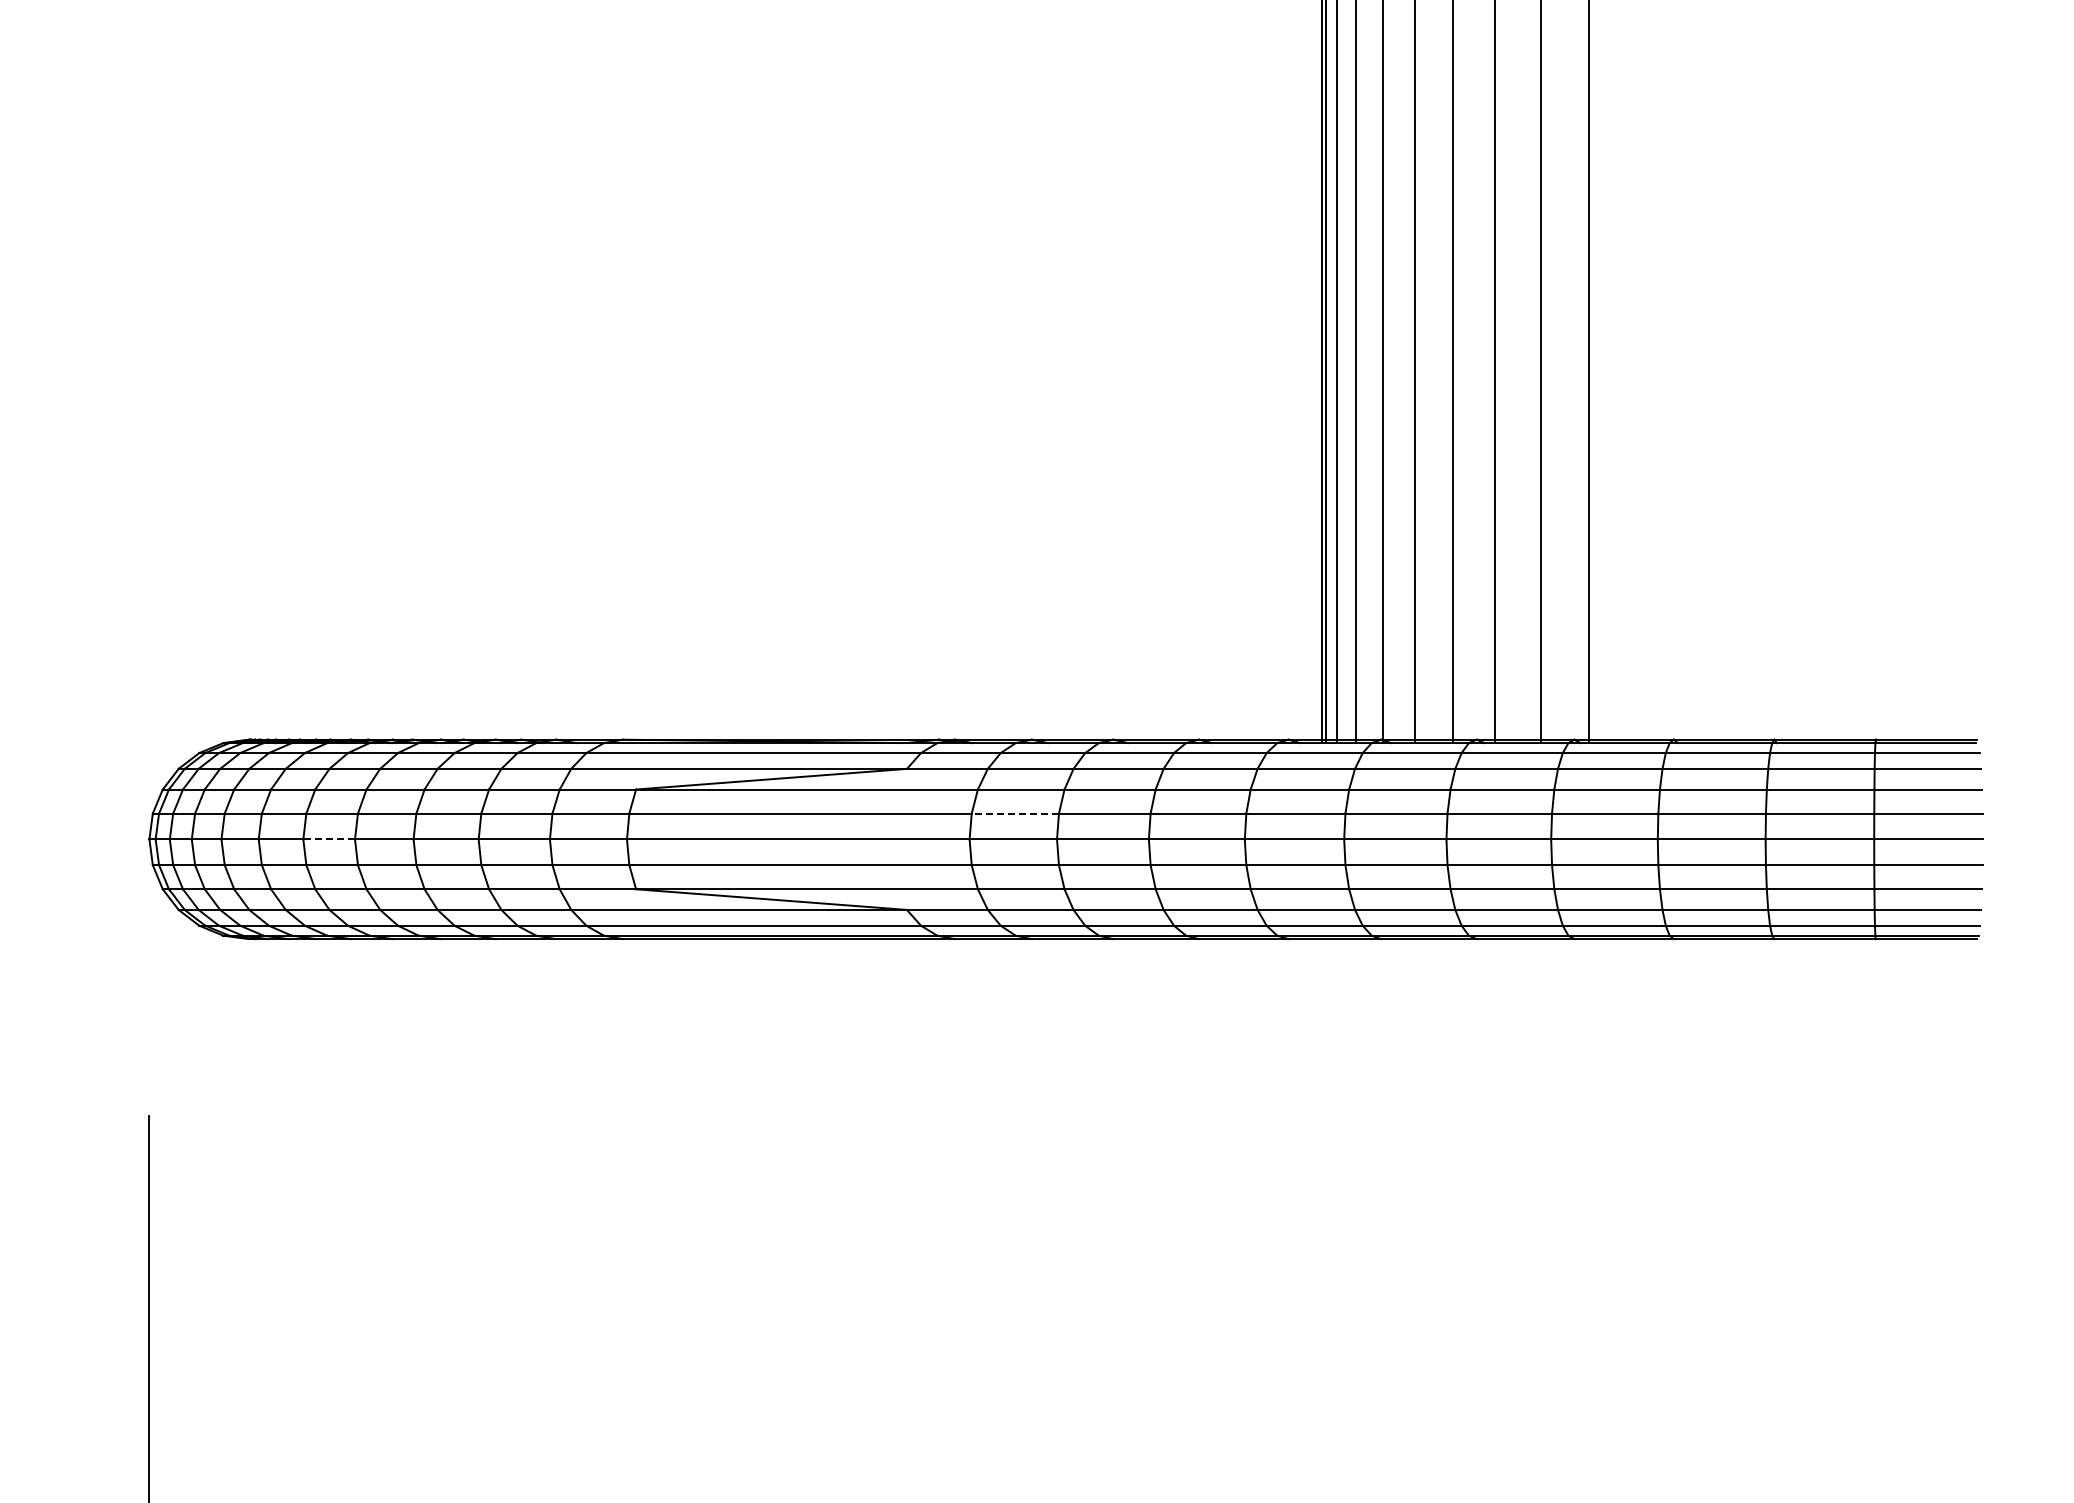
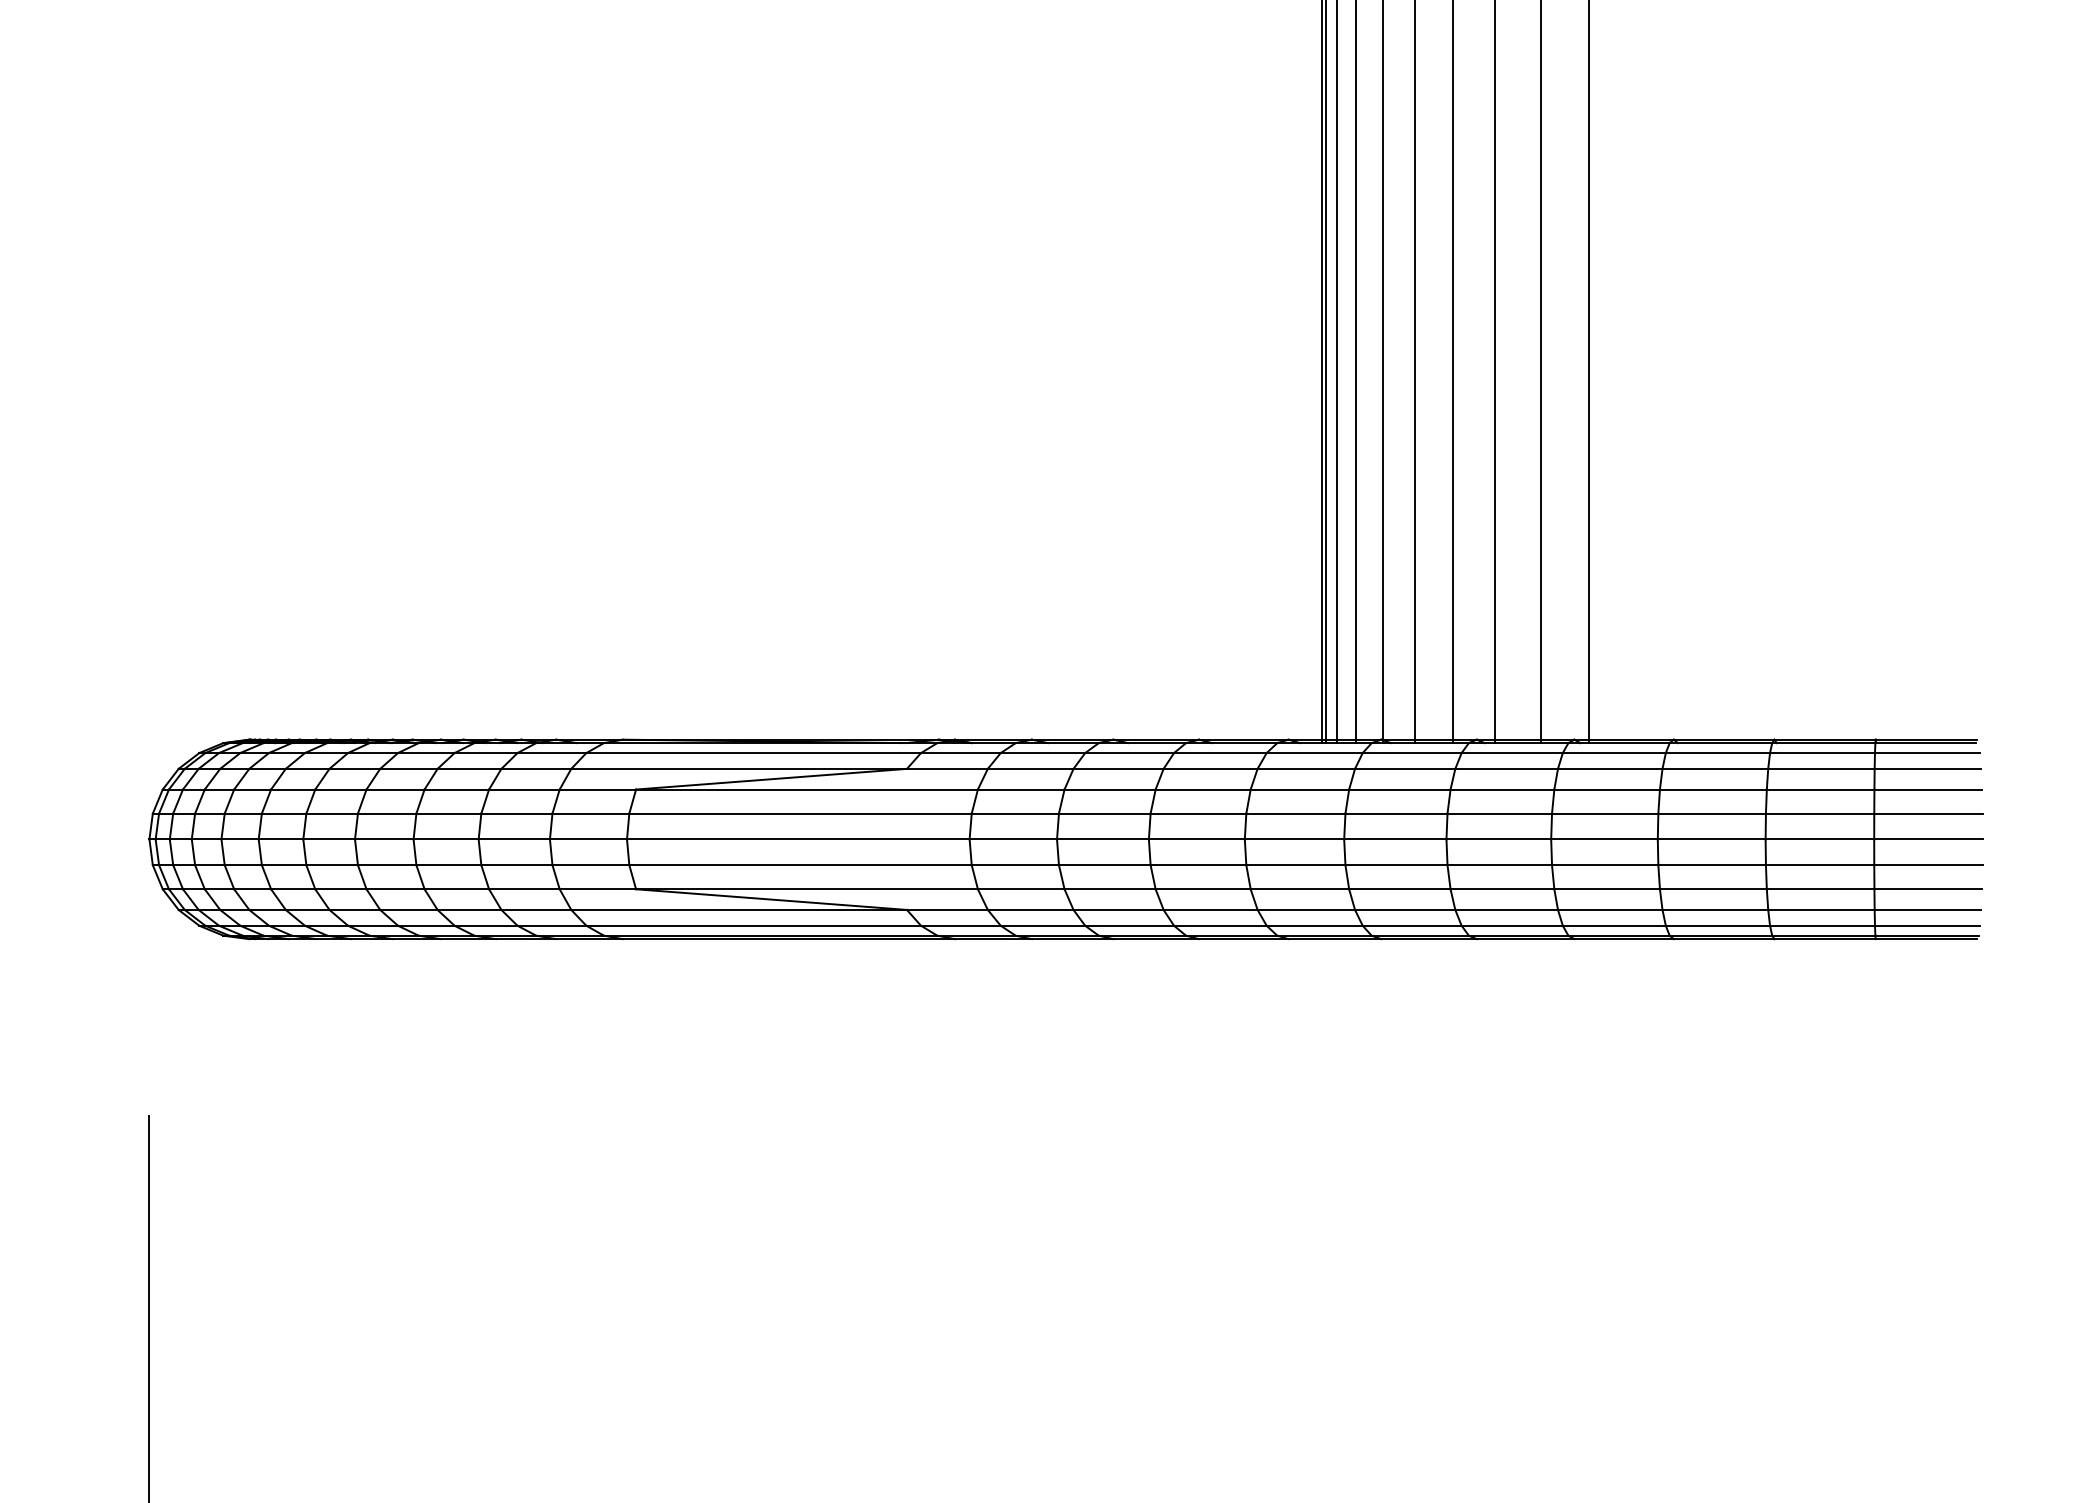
line at (1015, 813): dashed -> solid
line at (329, 839): dashed -> solid
